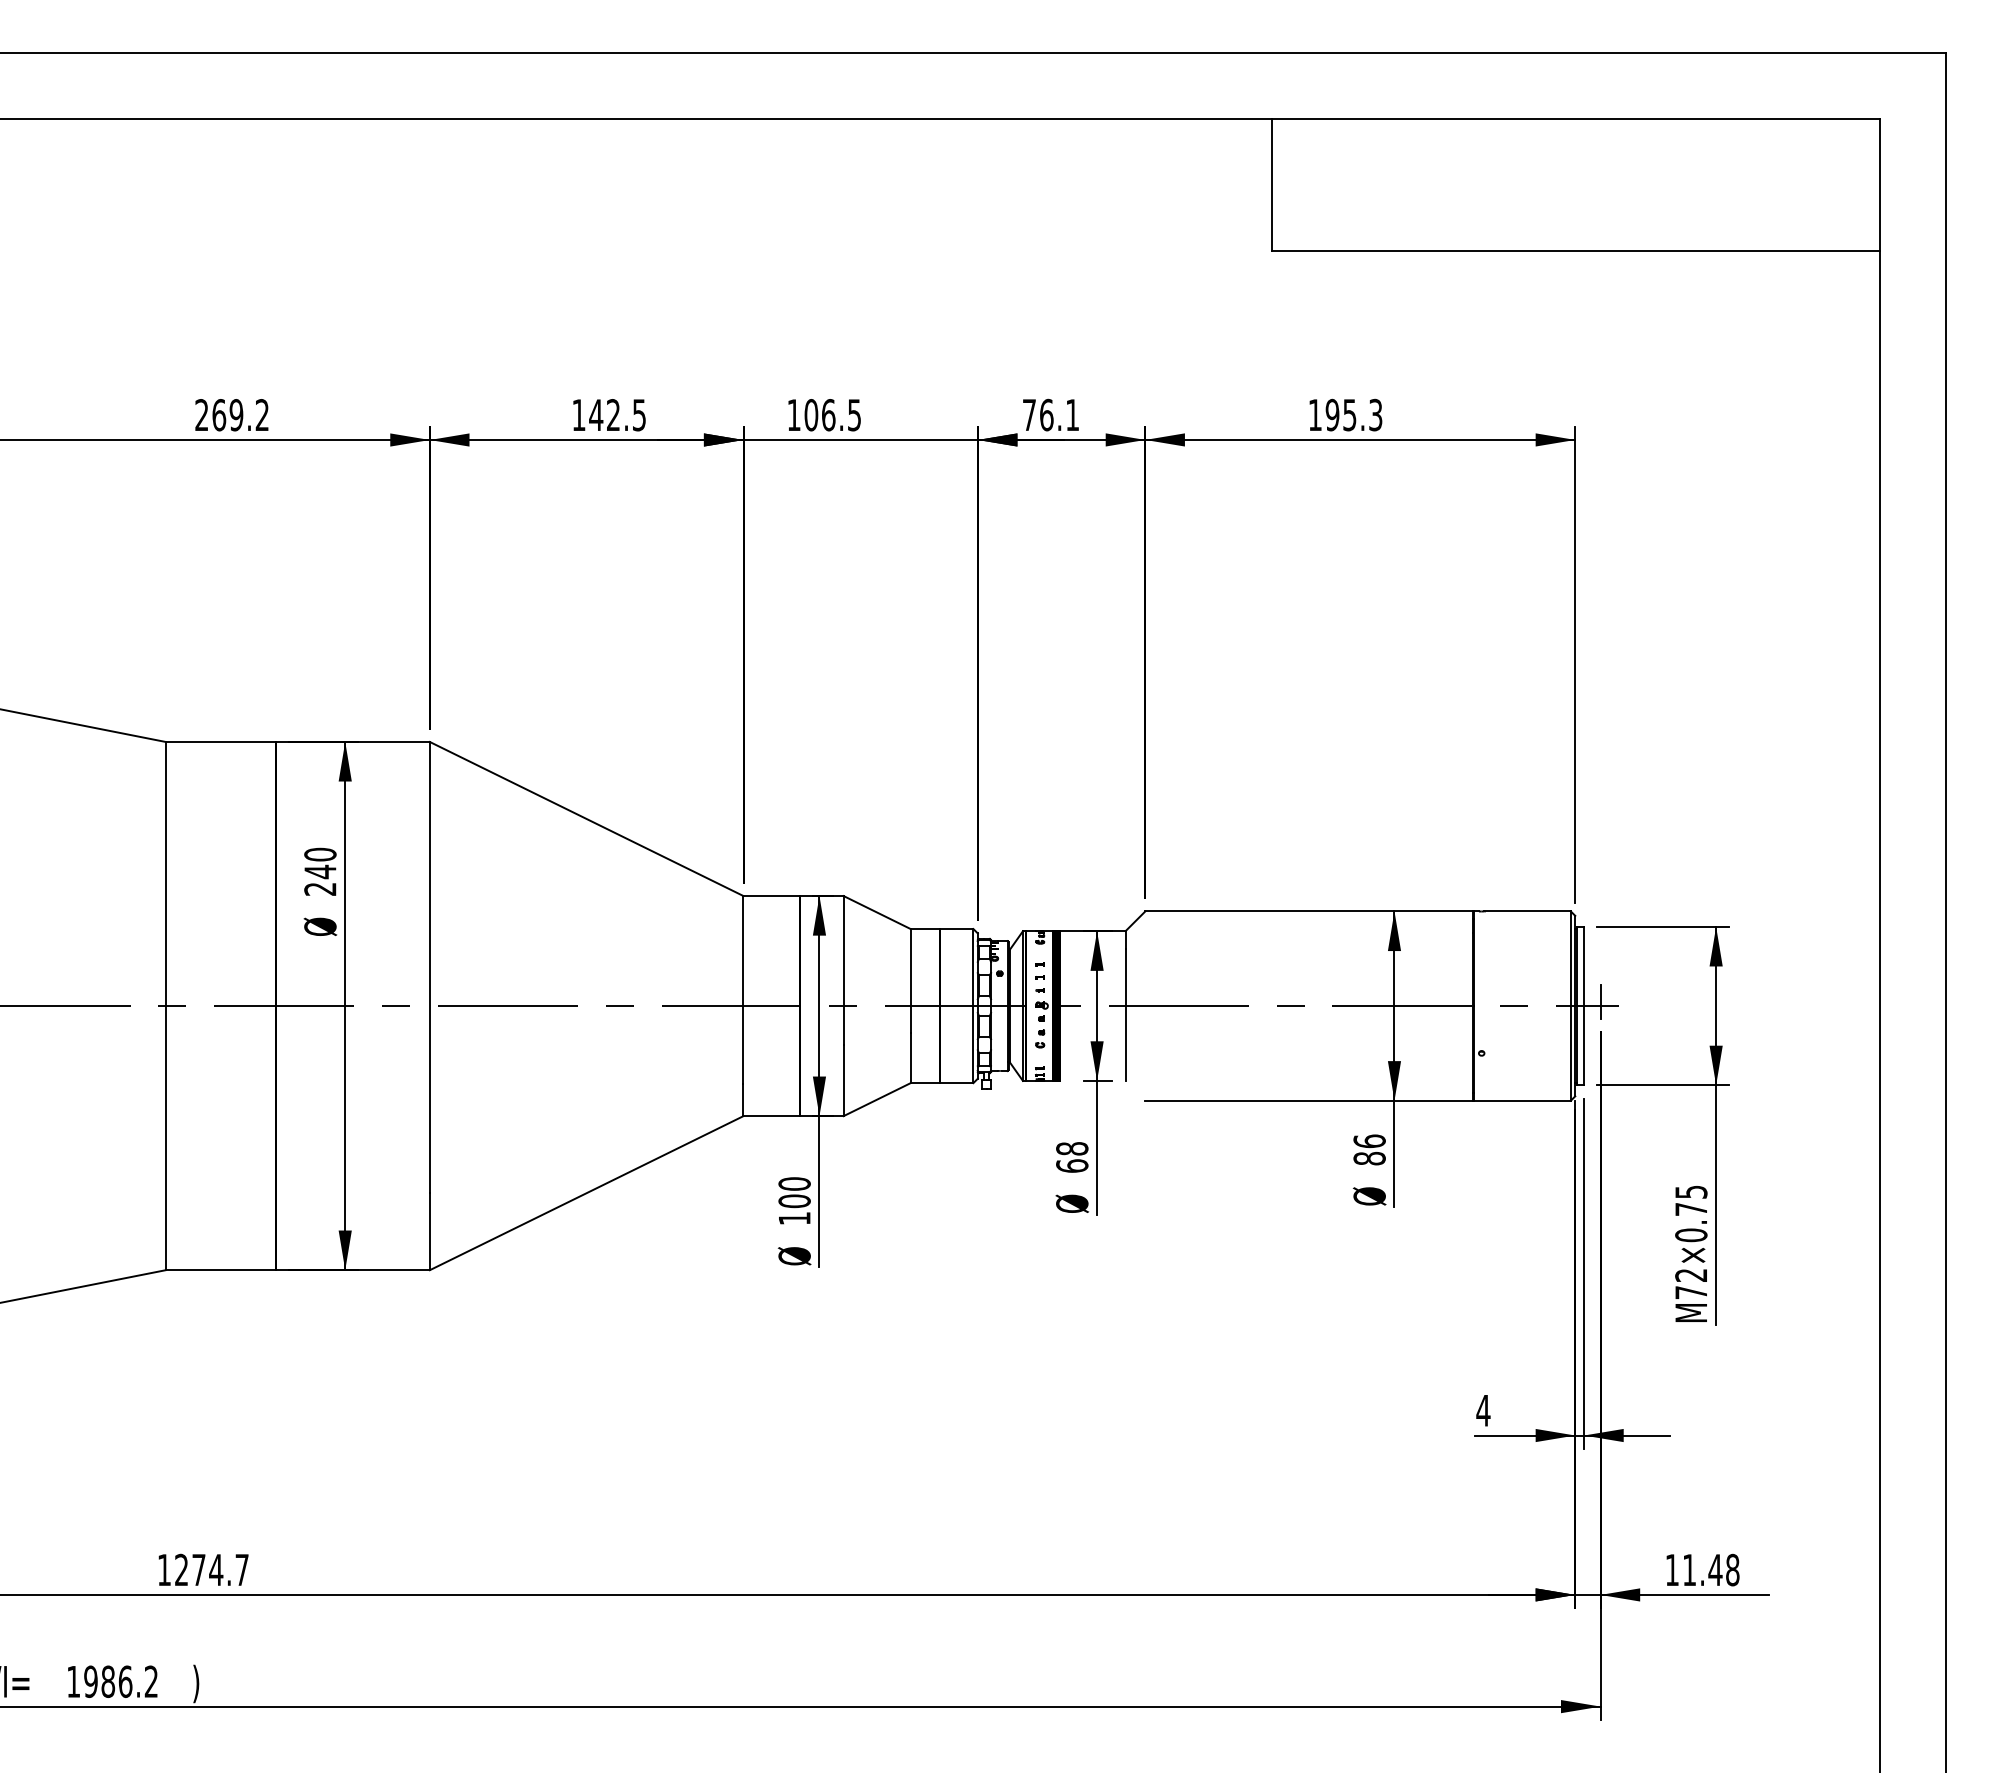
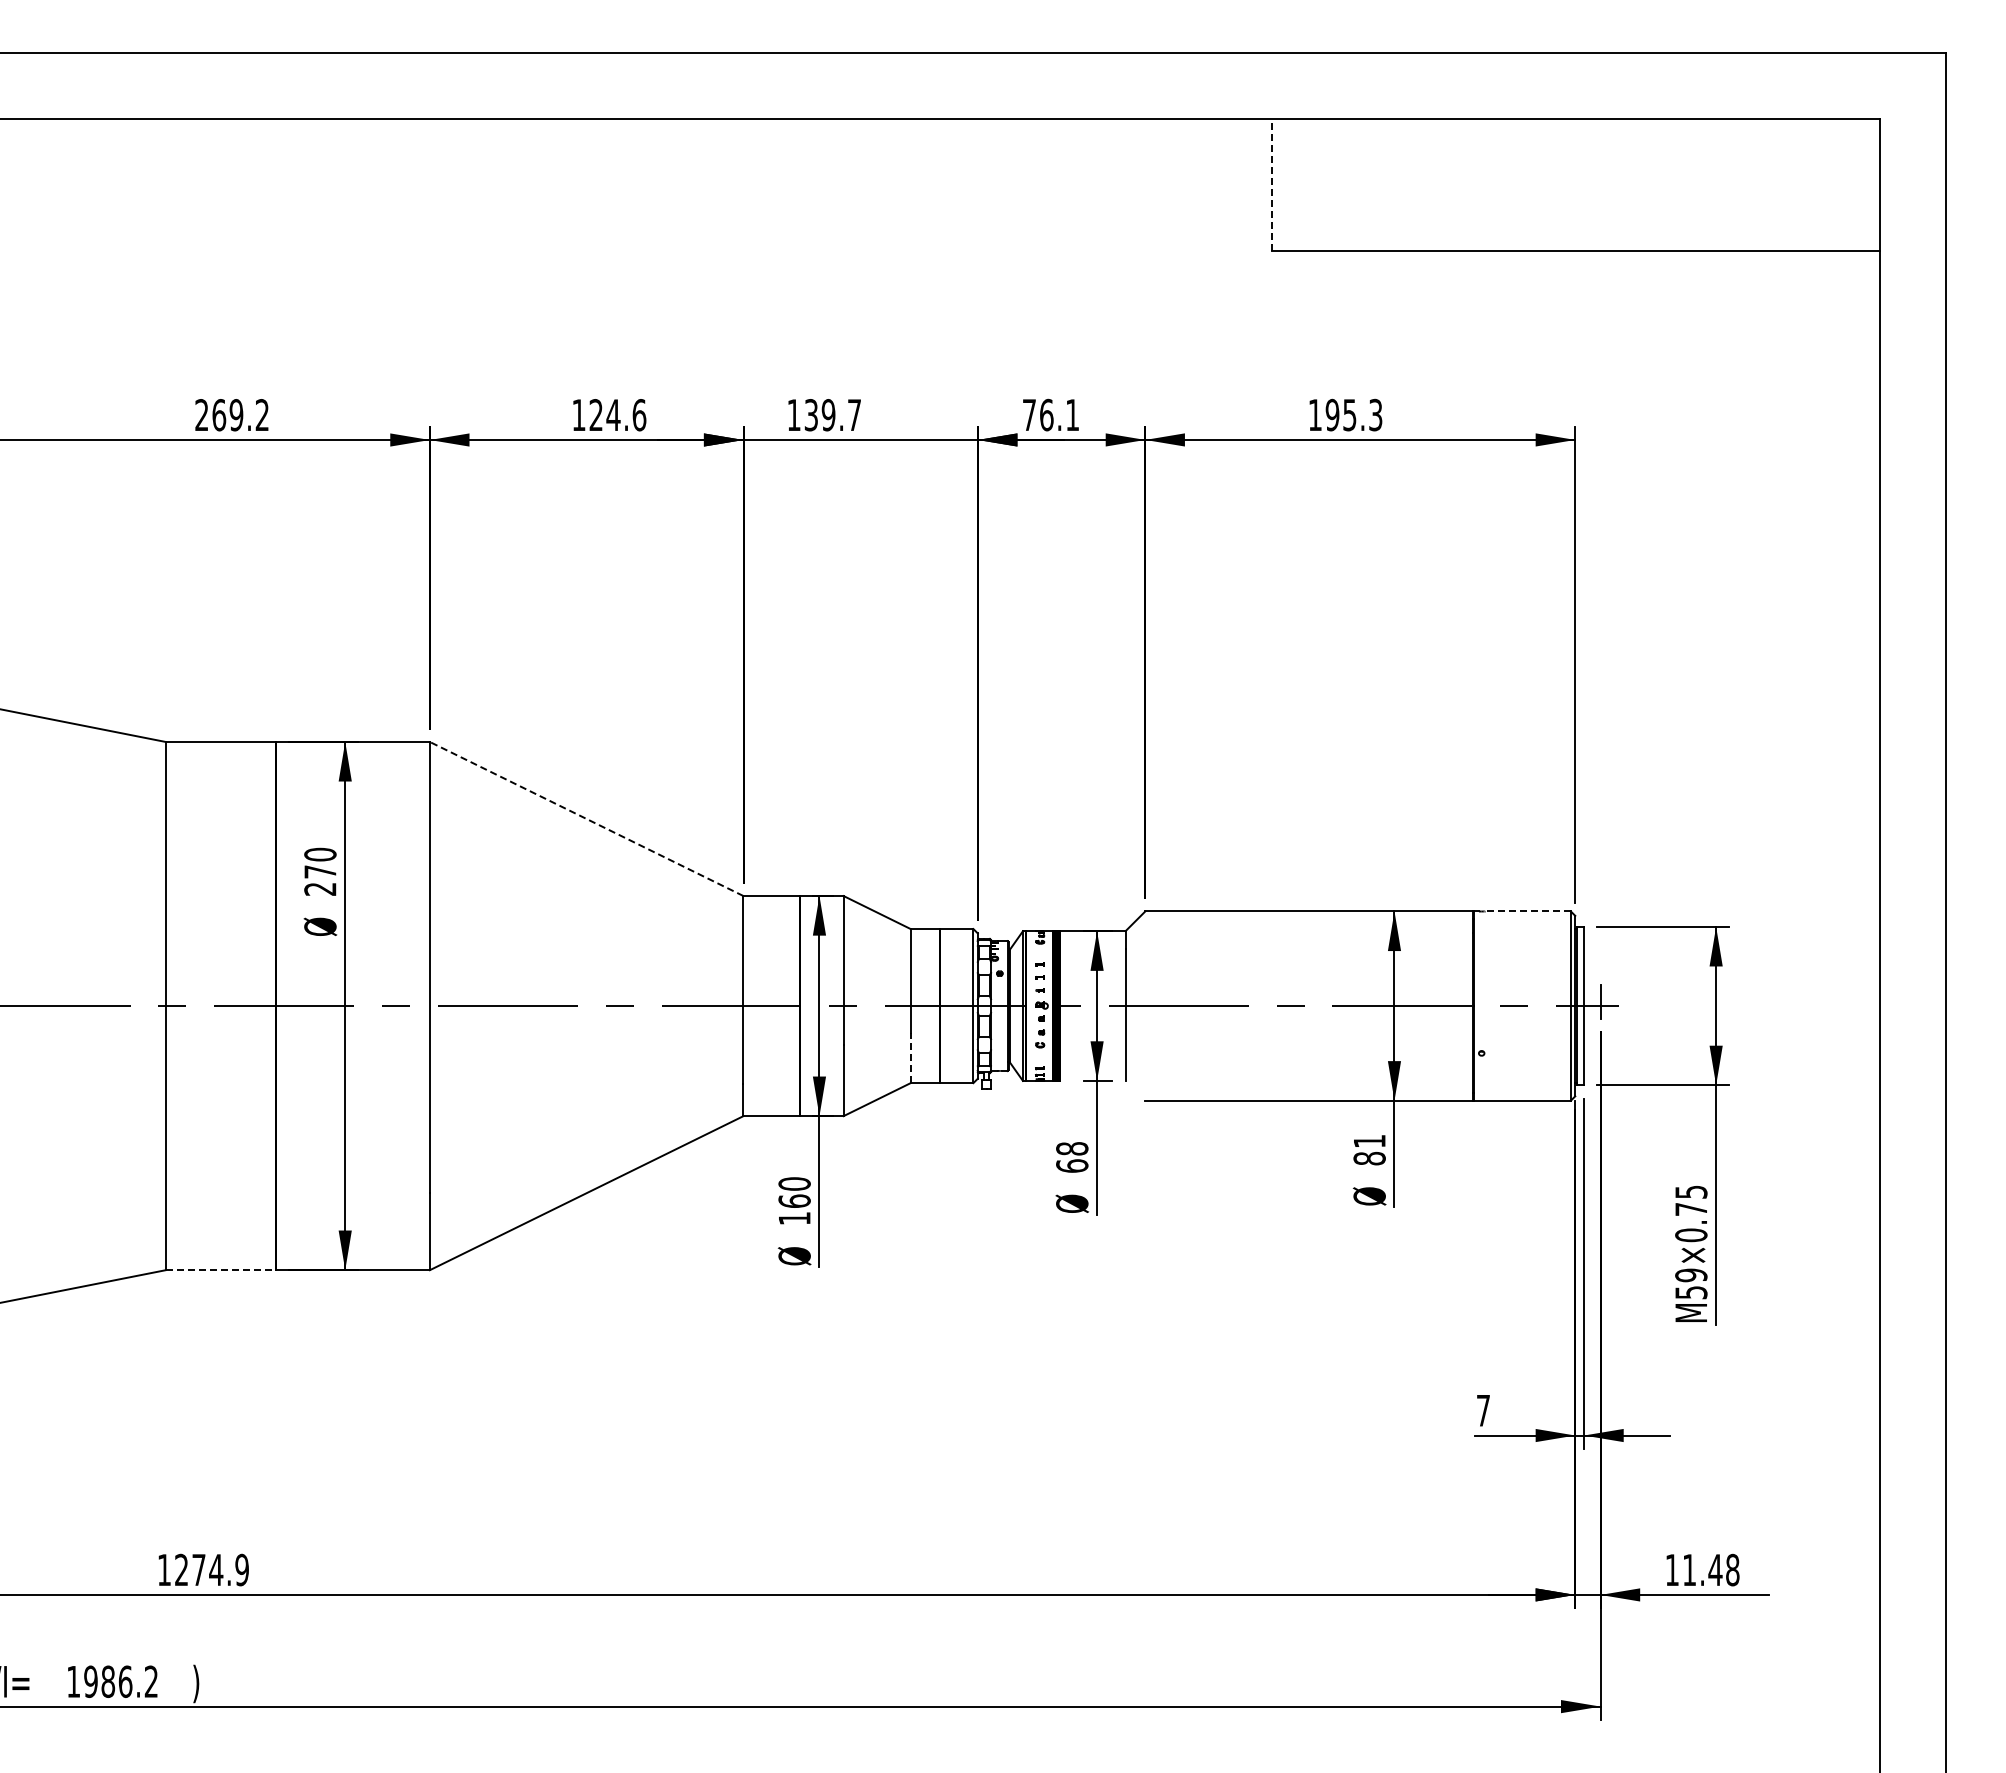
line at (1272, 184): solid -> dashed
text at (617, 415): 142.5 -> 124.6
text at (832, 415): 106.5 -> 139.7
line at (586, 819): solid -> dashed
text at (320, 871): 240 -> 270
line at (1527, 911): solid -> dashed
line at (910, 1058): solid -> dashed
text at (1369, 1141): 86 -> 81
text at (794, 1201): 100 -> 160
line at (221, 1270): solid -> dashed
text at (1691, 1283): M72×0.75 -> M59×0.75
text at (1483, 1410): 4 -> 7
text at (241, 1569): 1274.7 -> 1274.9
